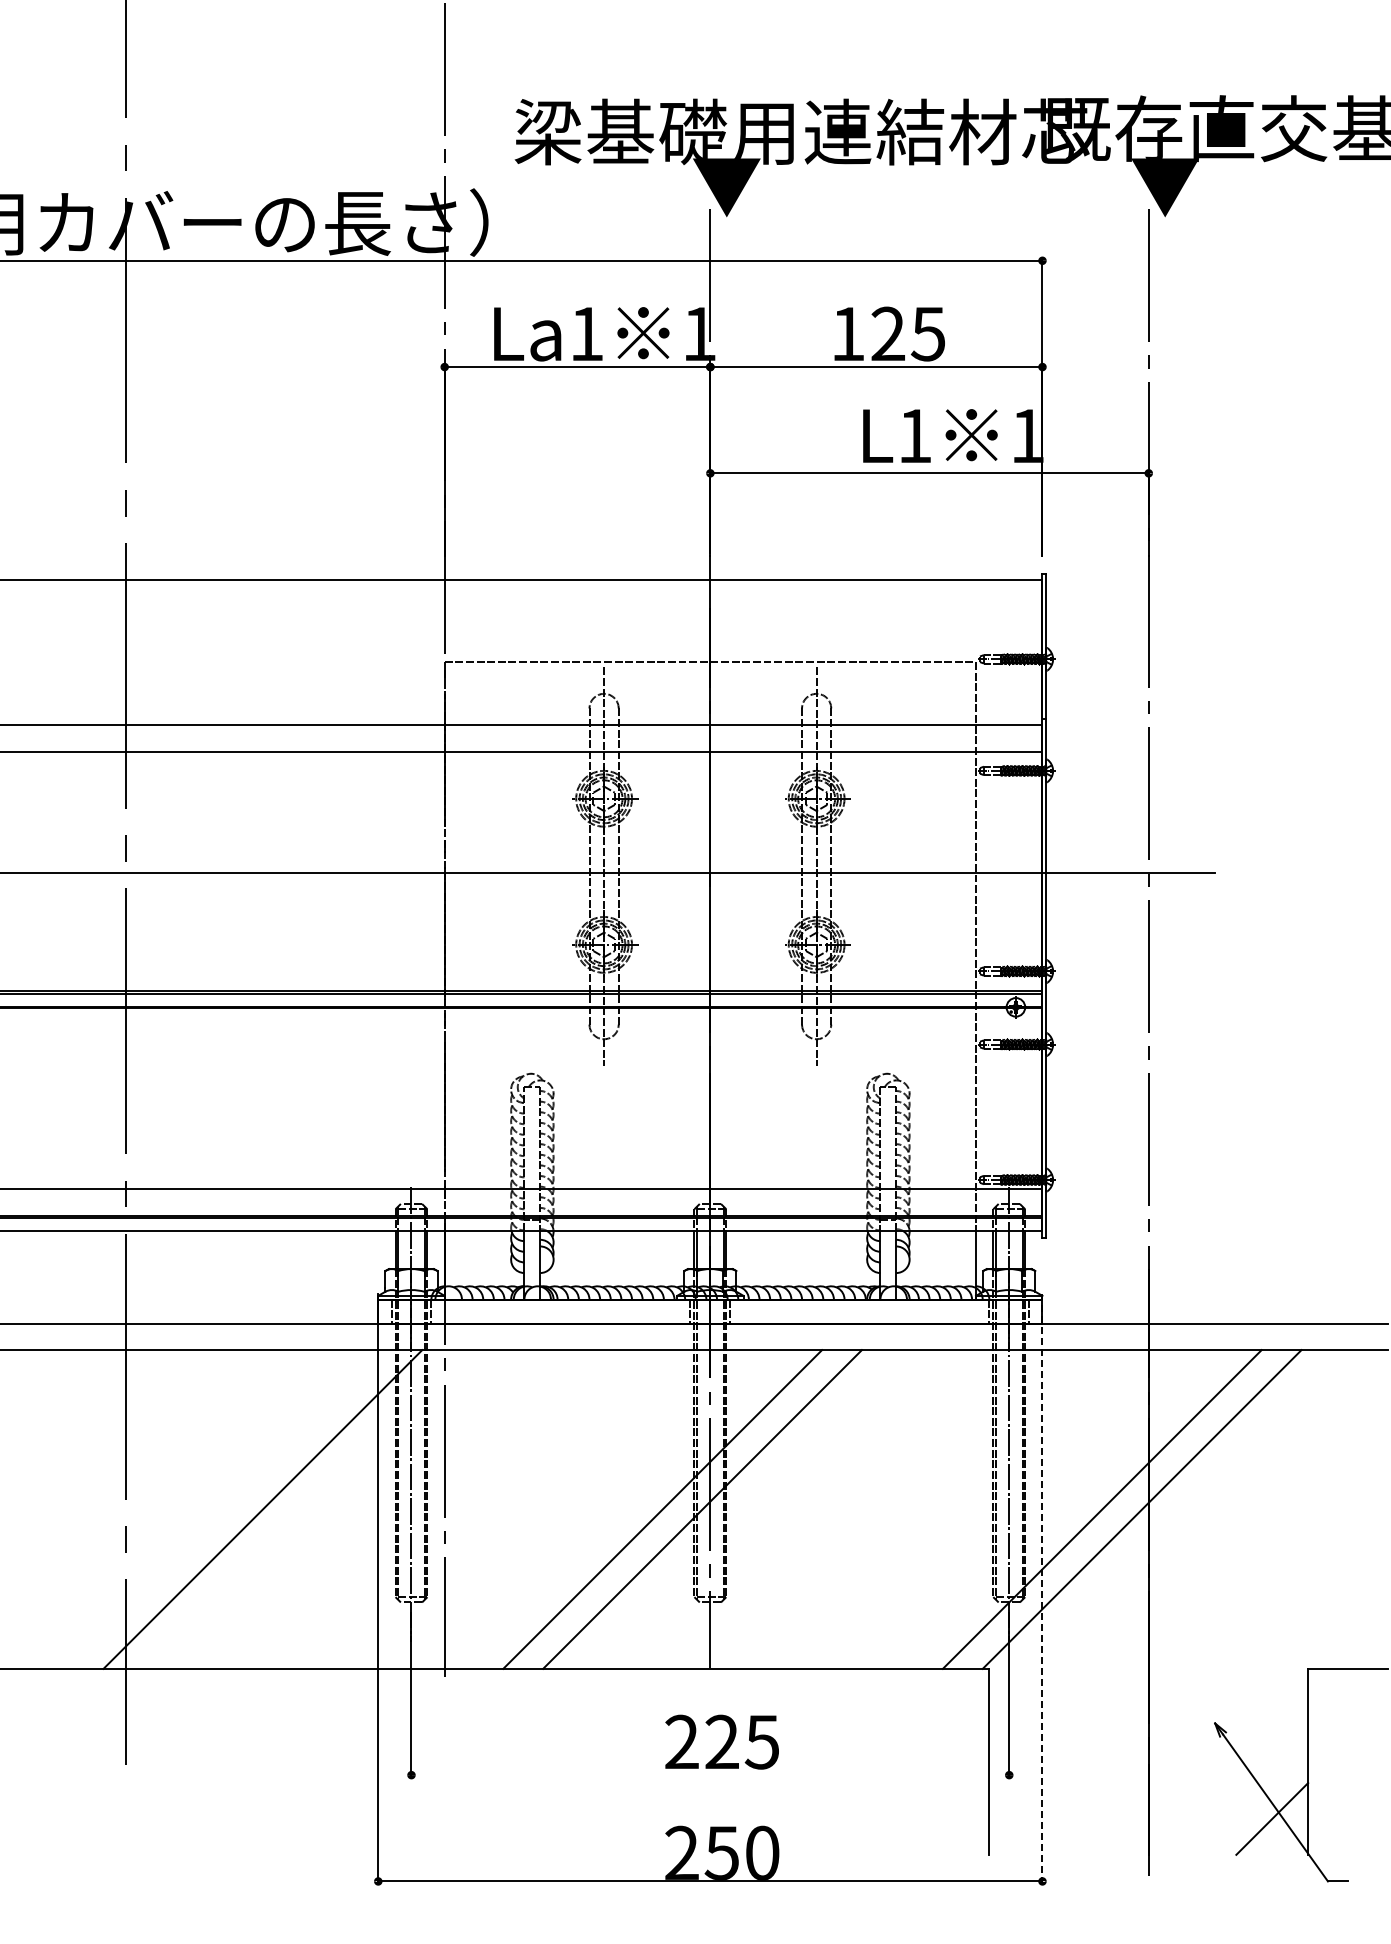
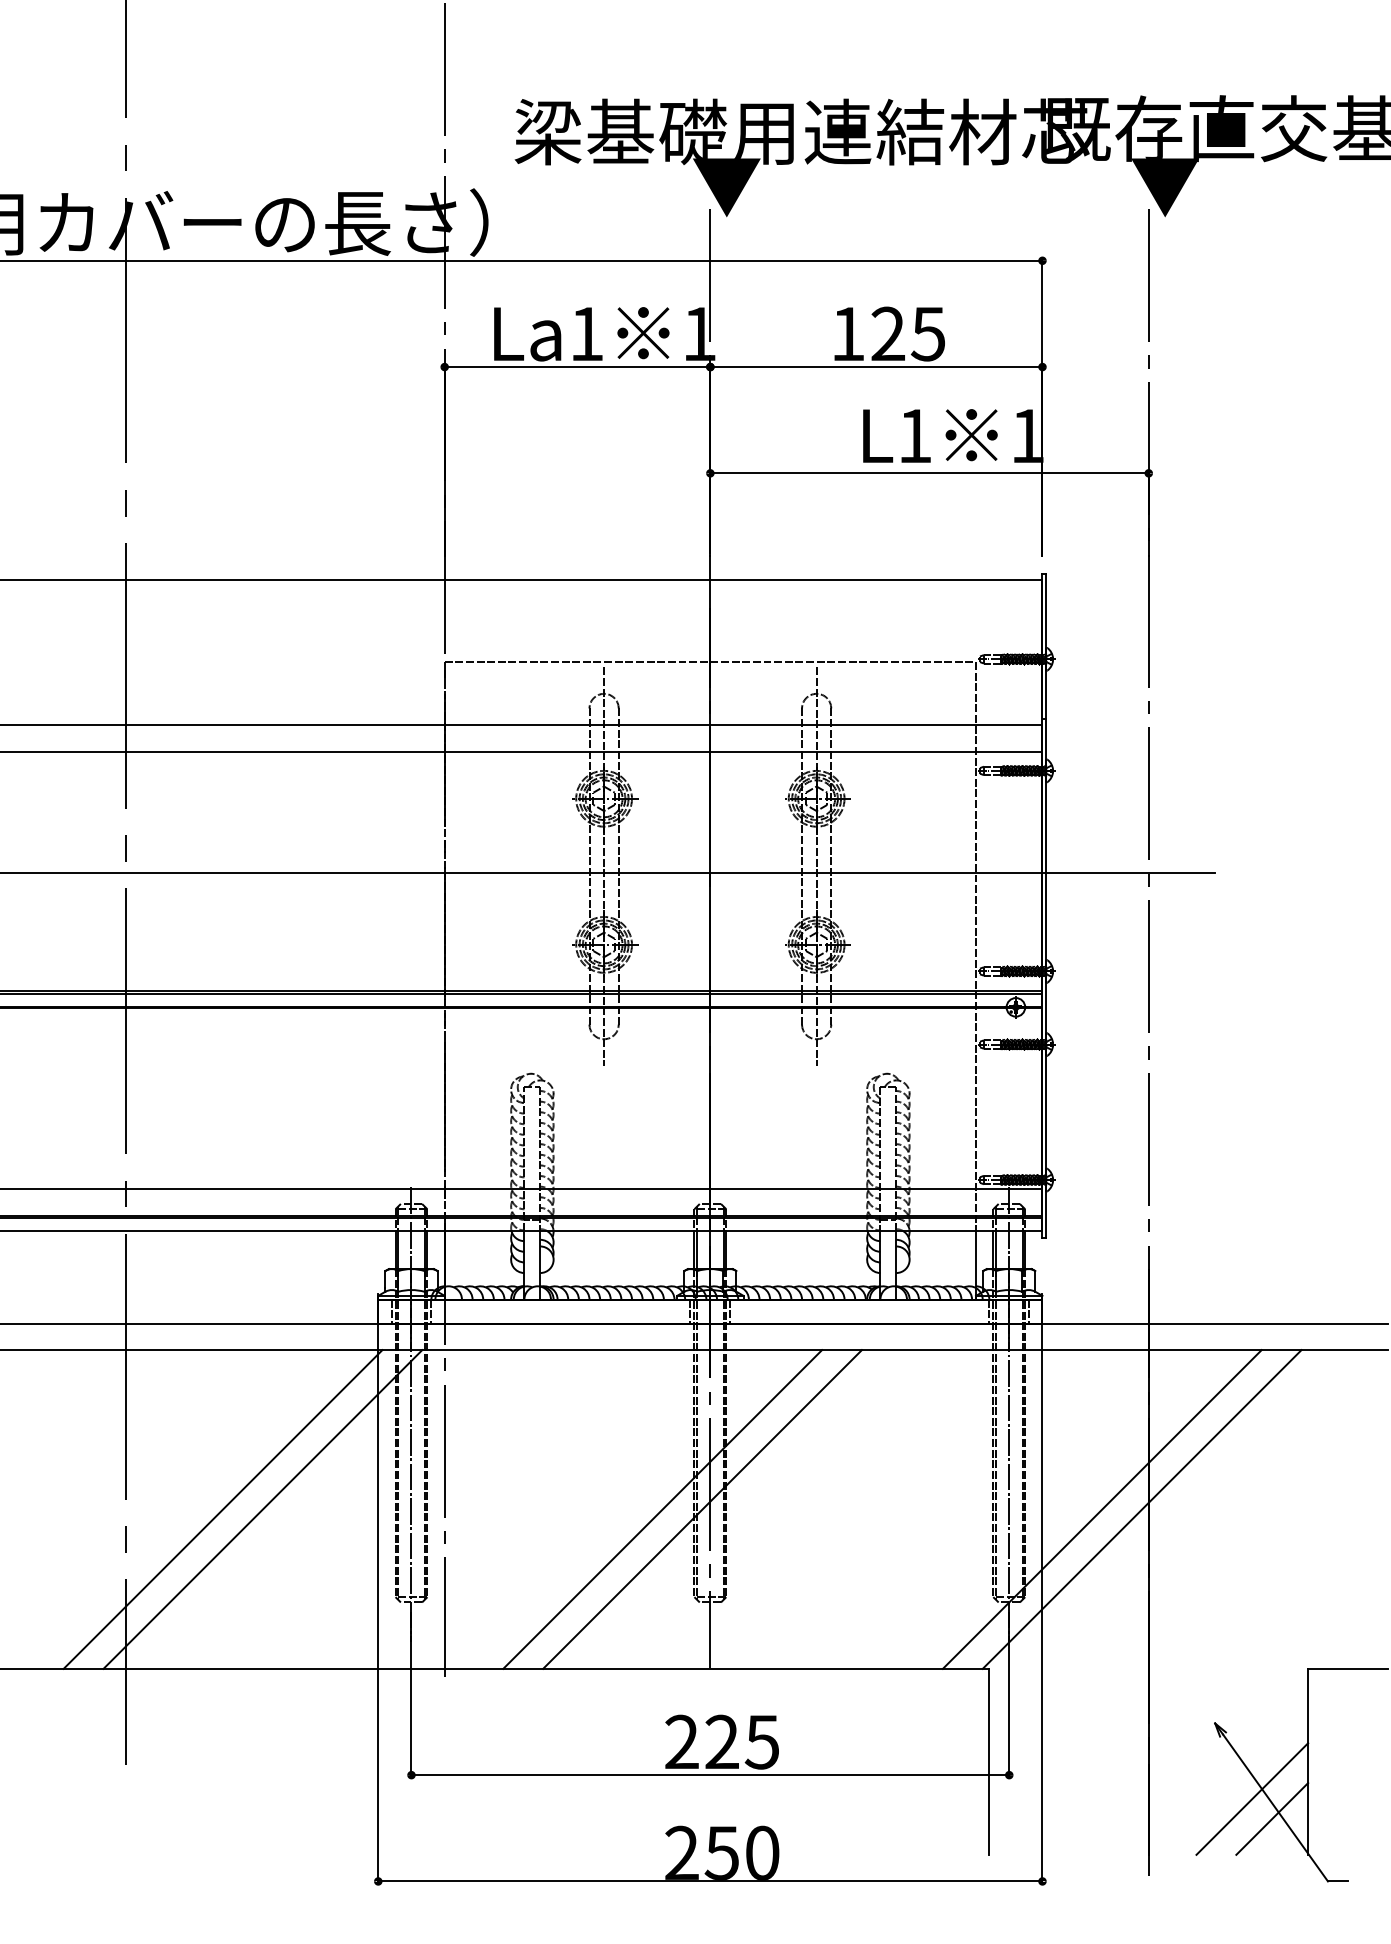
line at (222, 1509): none -> present
line at (1042, 1589): dashed -> solid
line at (710, 1775): none -> present
line at (1252, 1798): none -> present
